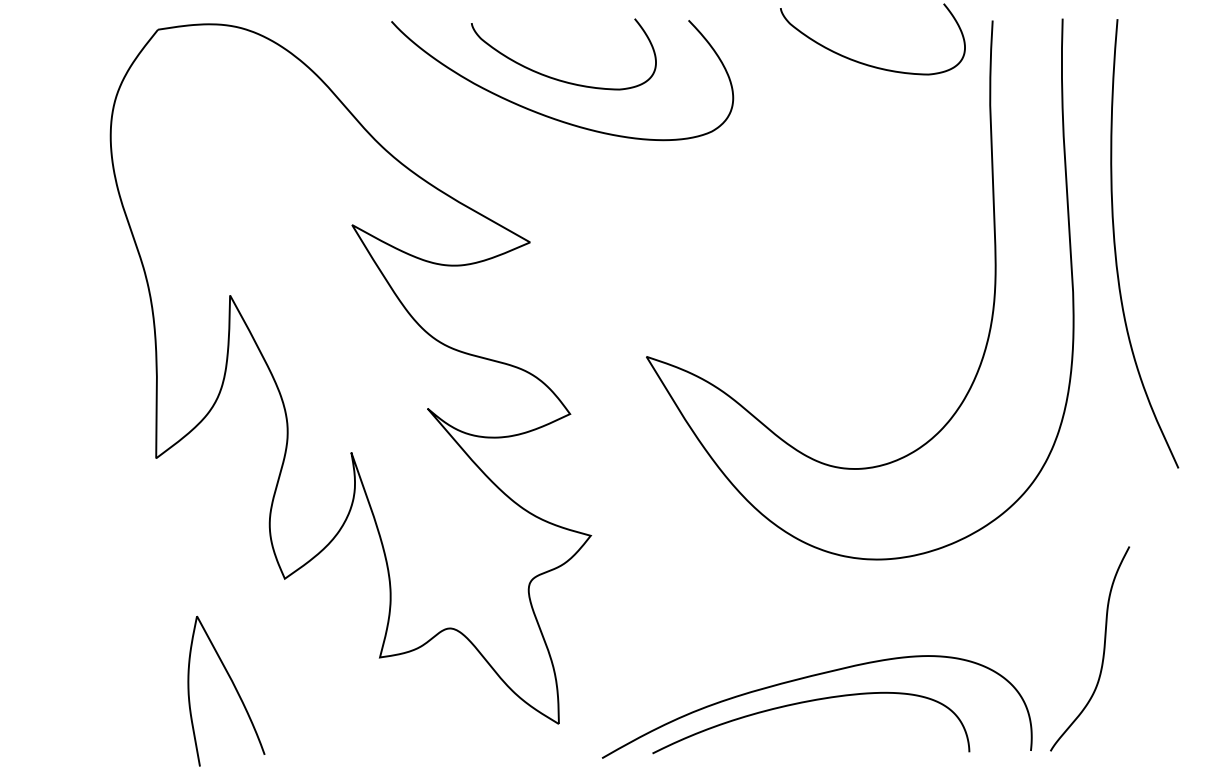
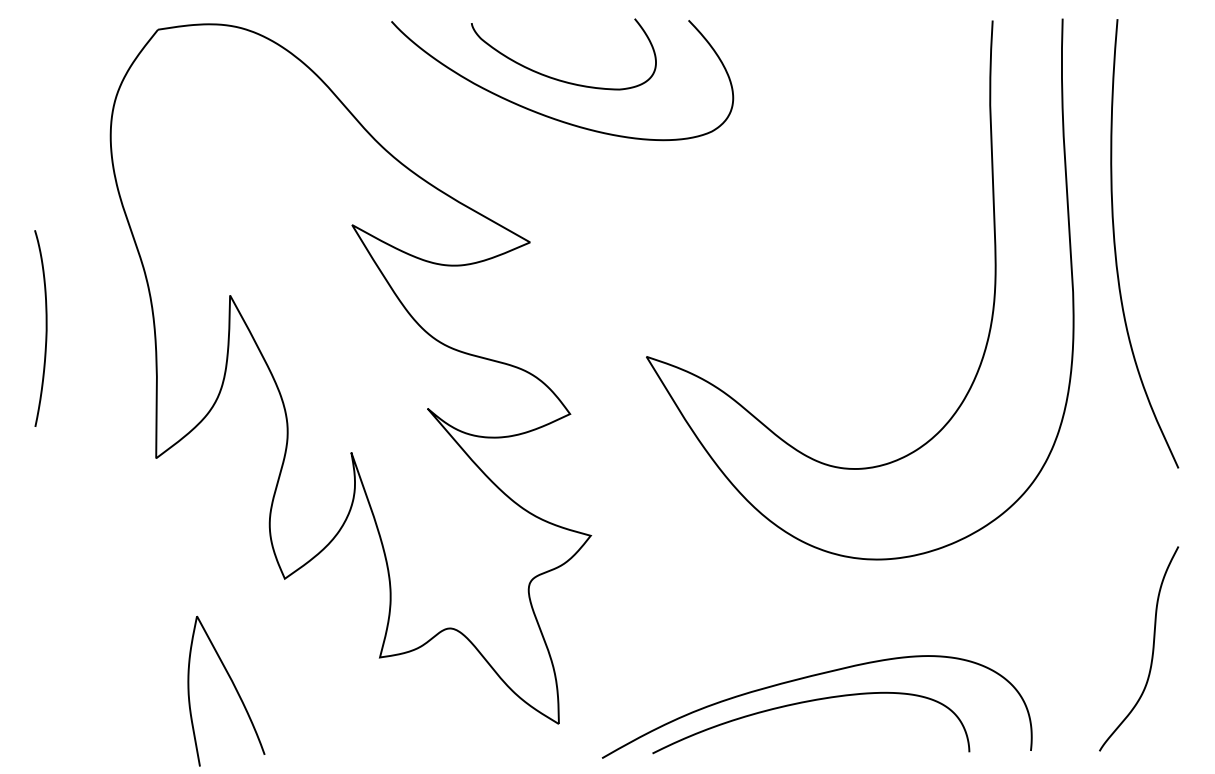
curve at (863, 62): present -> none
curve at (45, 328): none -> present
curve at (1103, 648) position: (1103, 648) -> (1152, 648)
